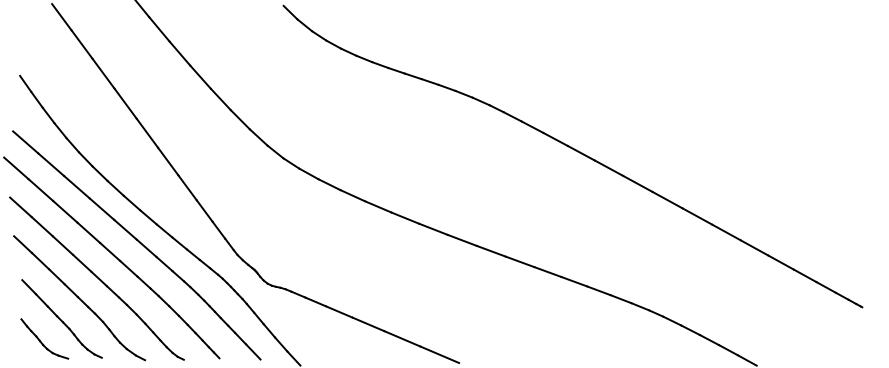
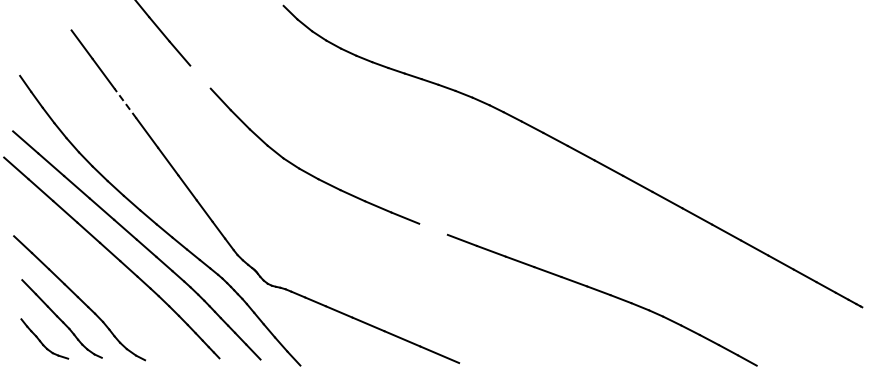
line at (61, 17): present -> none
line at (200, 76): present -> none
line at (125, 103): solid -> dashed
line at (433, 228): present -> none
part at (96, 278): present -> none
